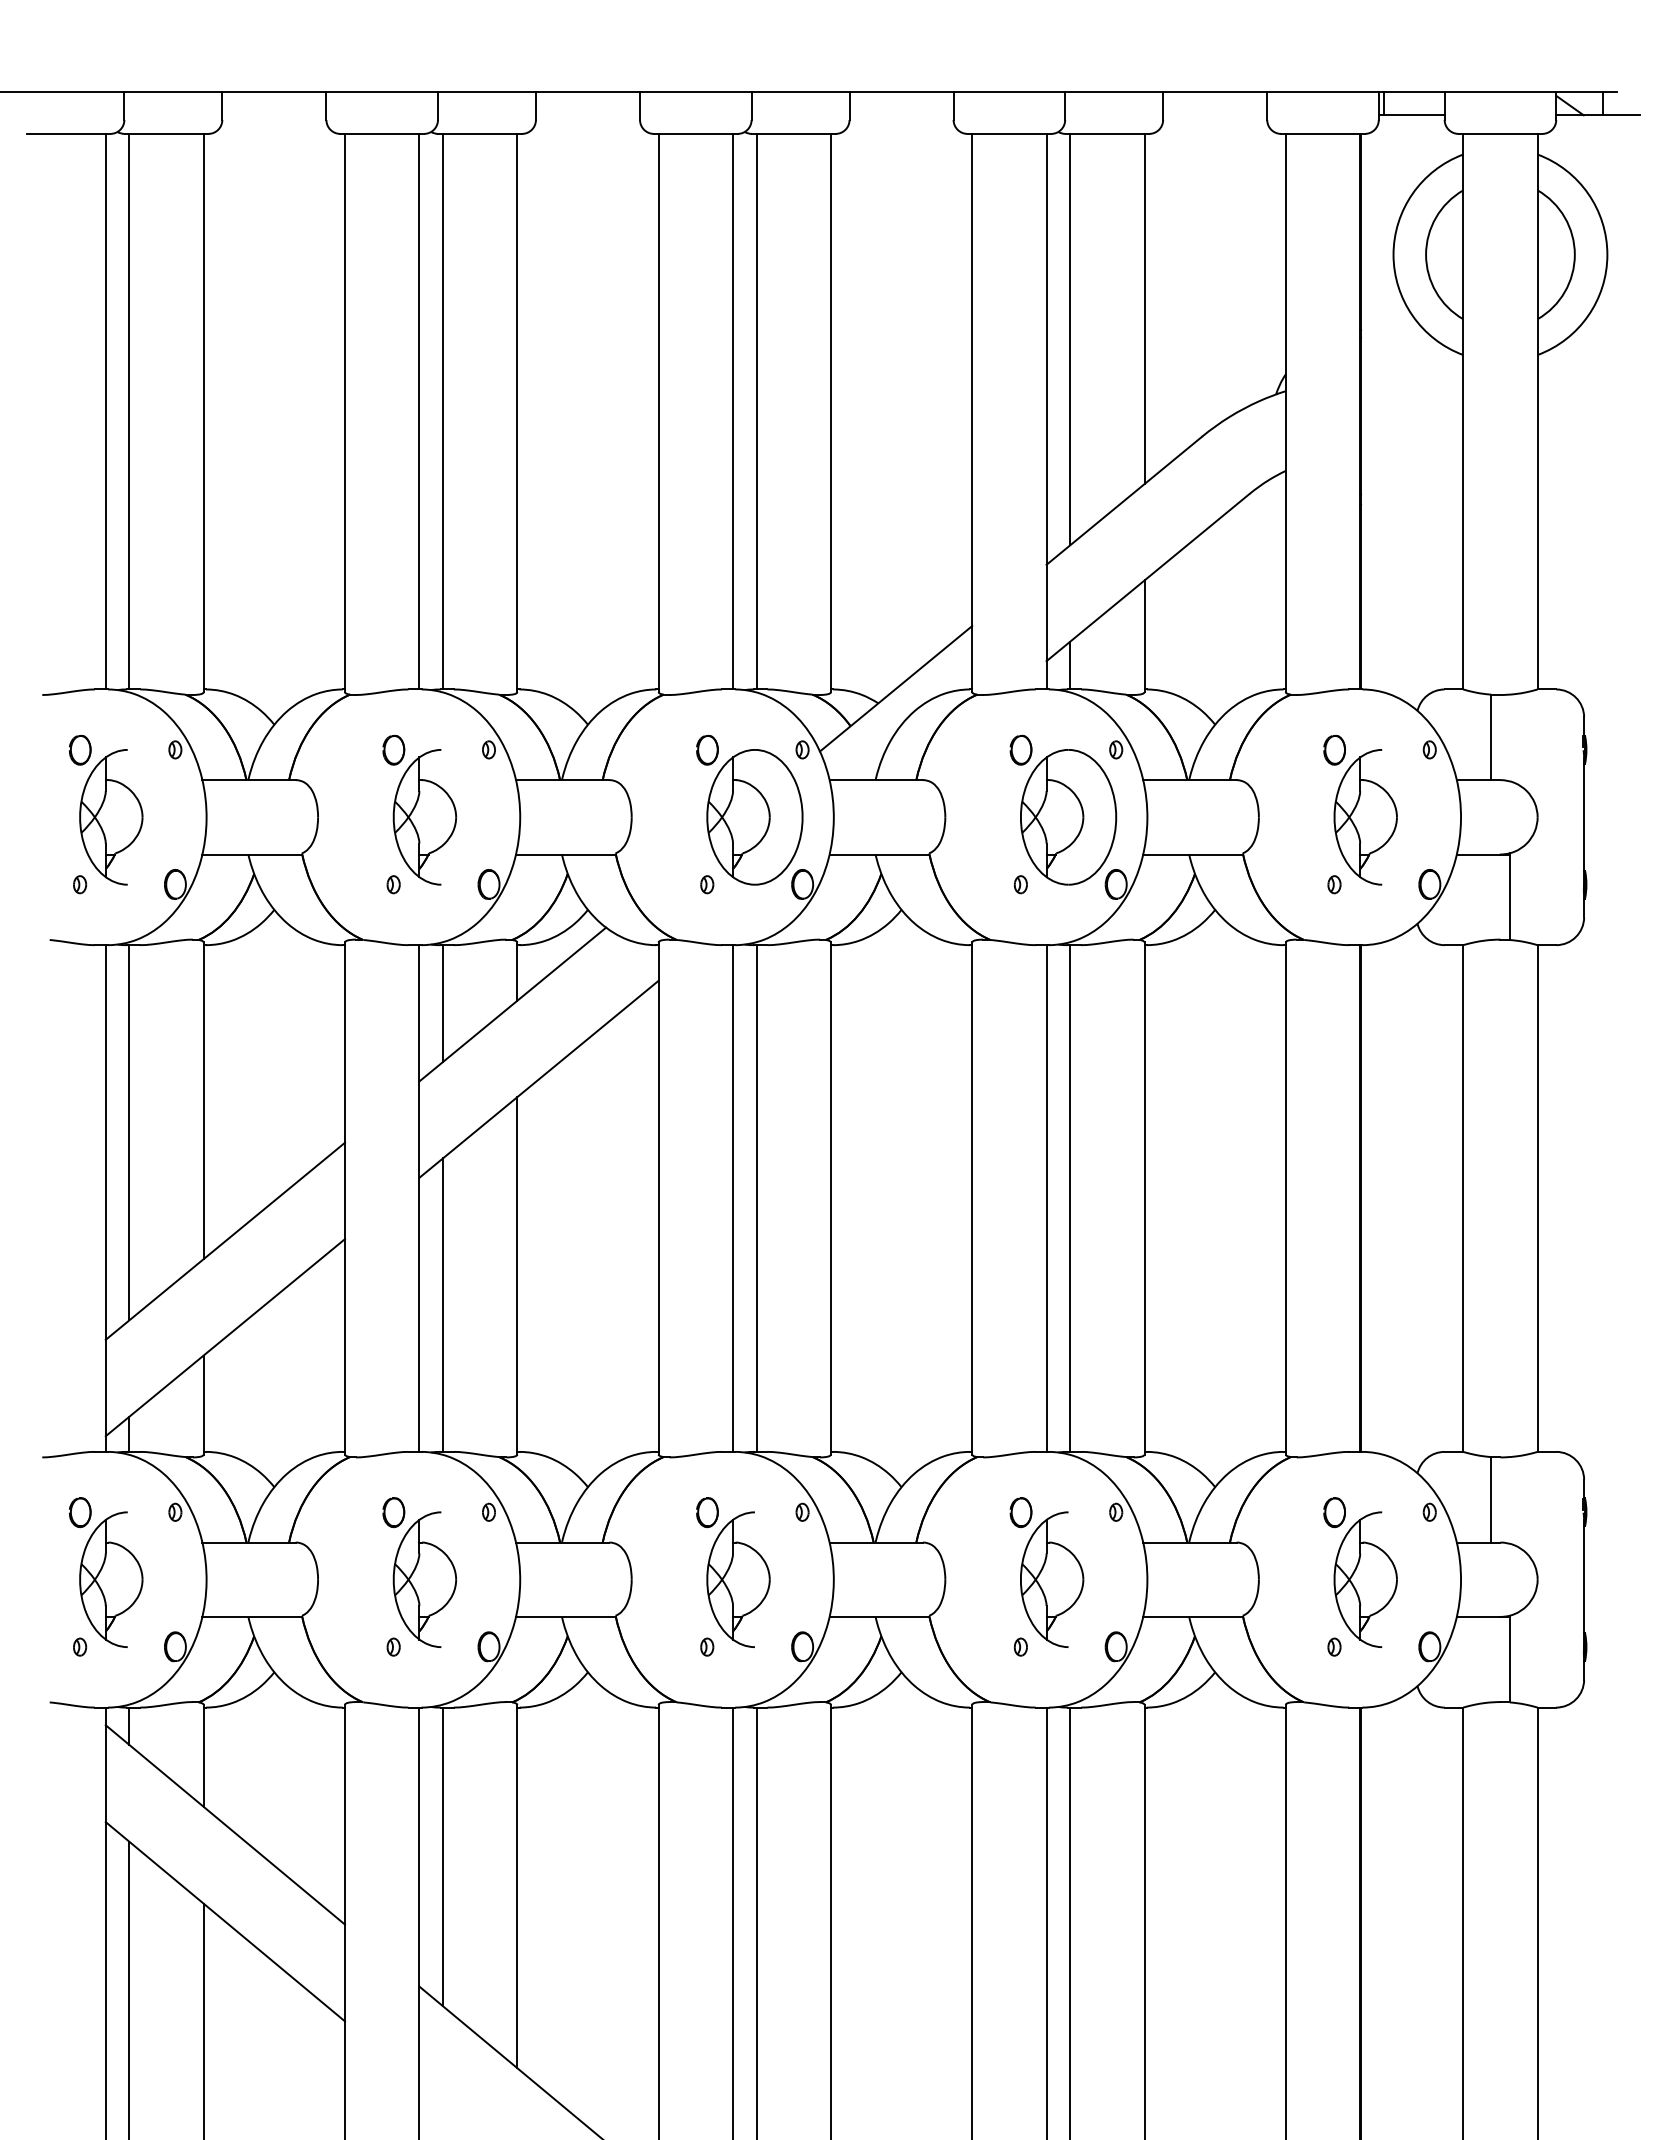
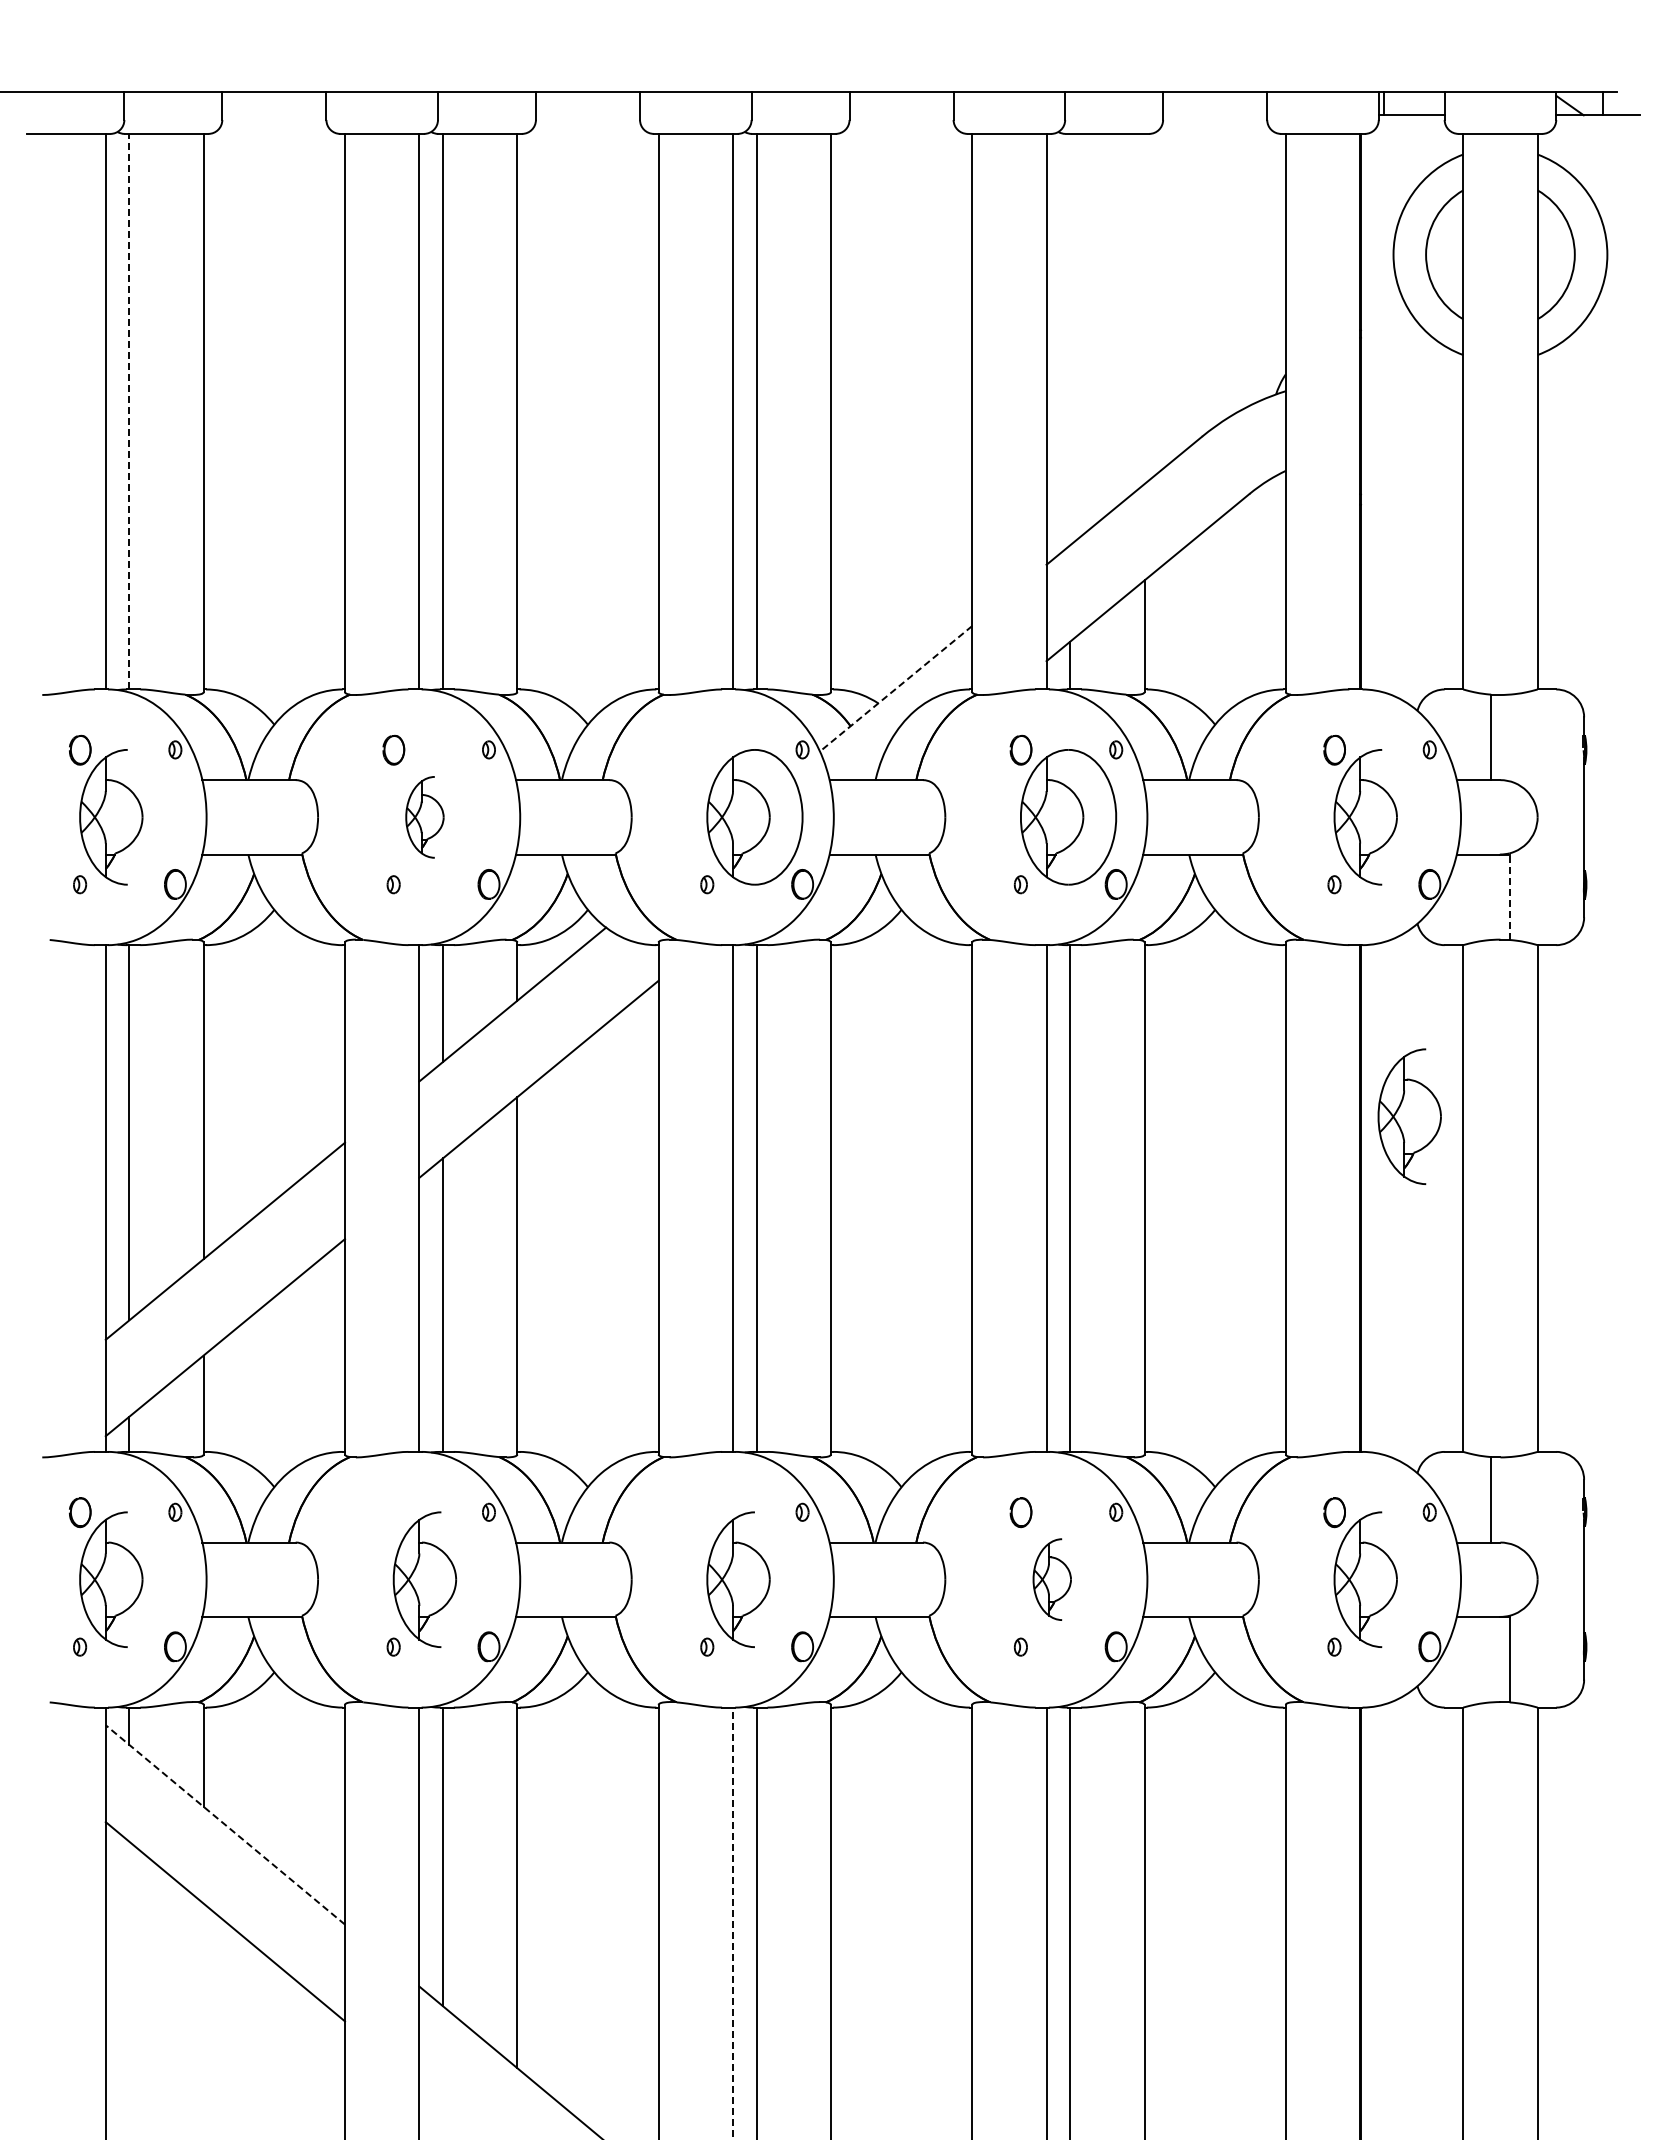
line at (1144, 308): present -> none
line at (1070, 339): present -> none
line at (129, 411): solid -> dashed
line at (896, 688): solid -> dashed
part at (707, 749): present -> none
part at (424, 817) size: 66x137 px -> 40x83 px
line at (1509, 896): solid -> dashed
part at (1409, 1116): none -> present
part at (393, 1512): present -> none
part at (707, 1512): present -> none
part at (1052, 1579) size: 65x137 px -> 40x83 px
line at (225, 1824): solid -> dashed
line at (733, 1923): solid -> dashed
line at (129, 1988): present -> none
line at (203, 2019): present -> none
